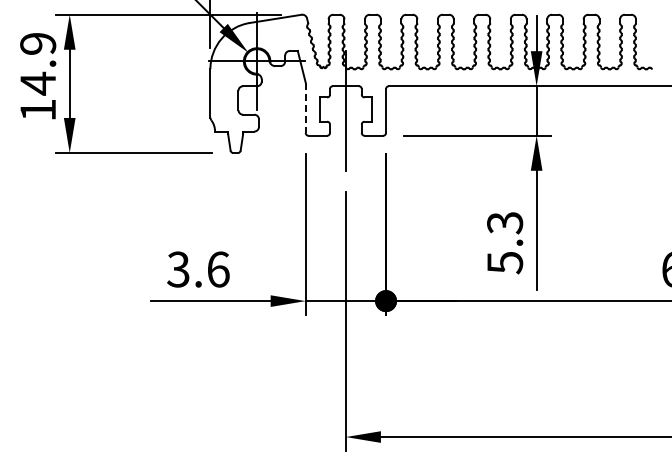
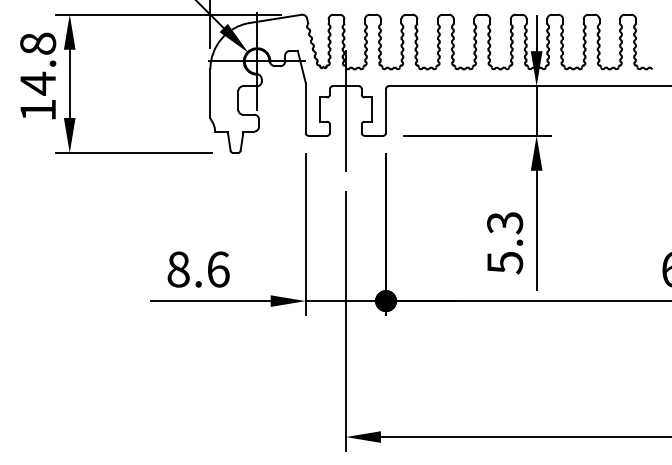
text at (38, 43): 14.9 -> 14.8
line at (305, 108): dashed -> solid
text at (178, 269): 3.6 -> 8.6
